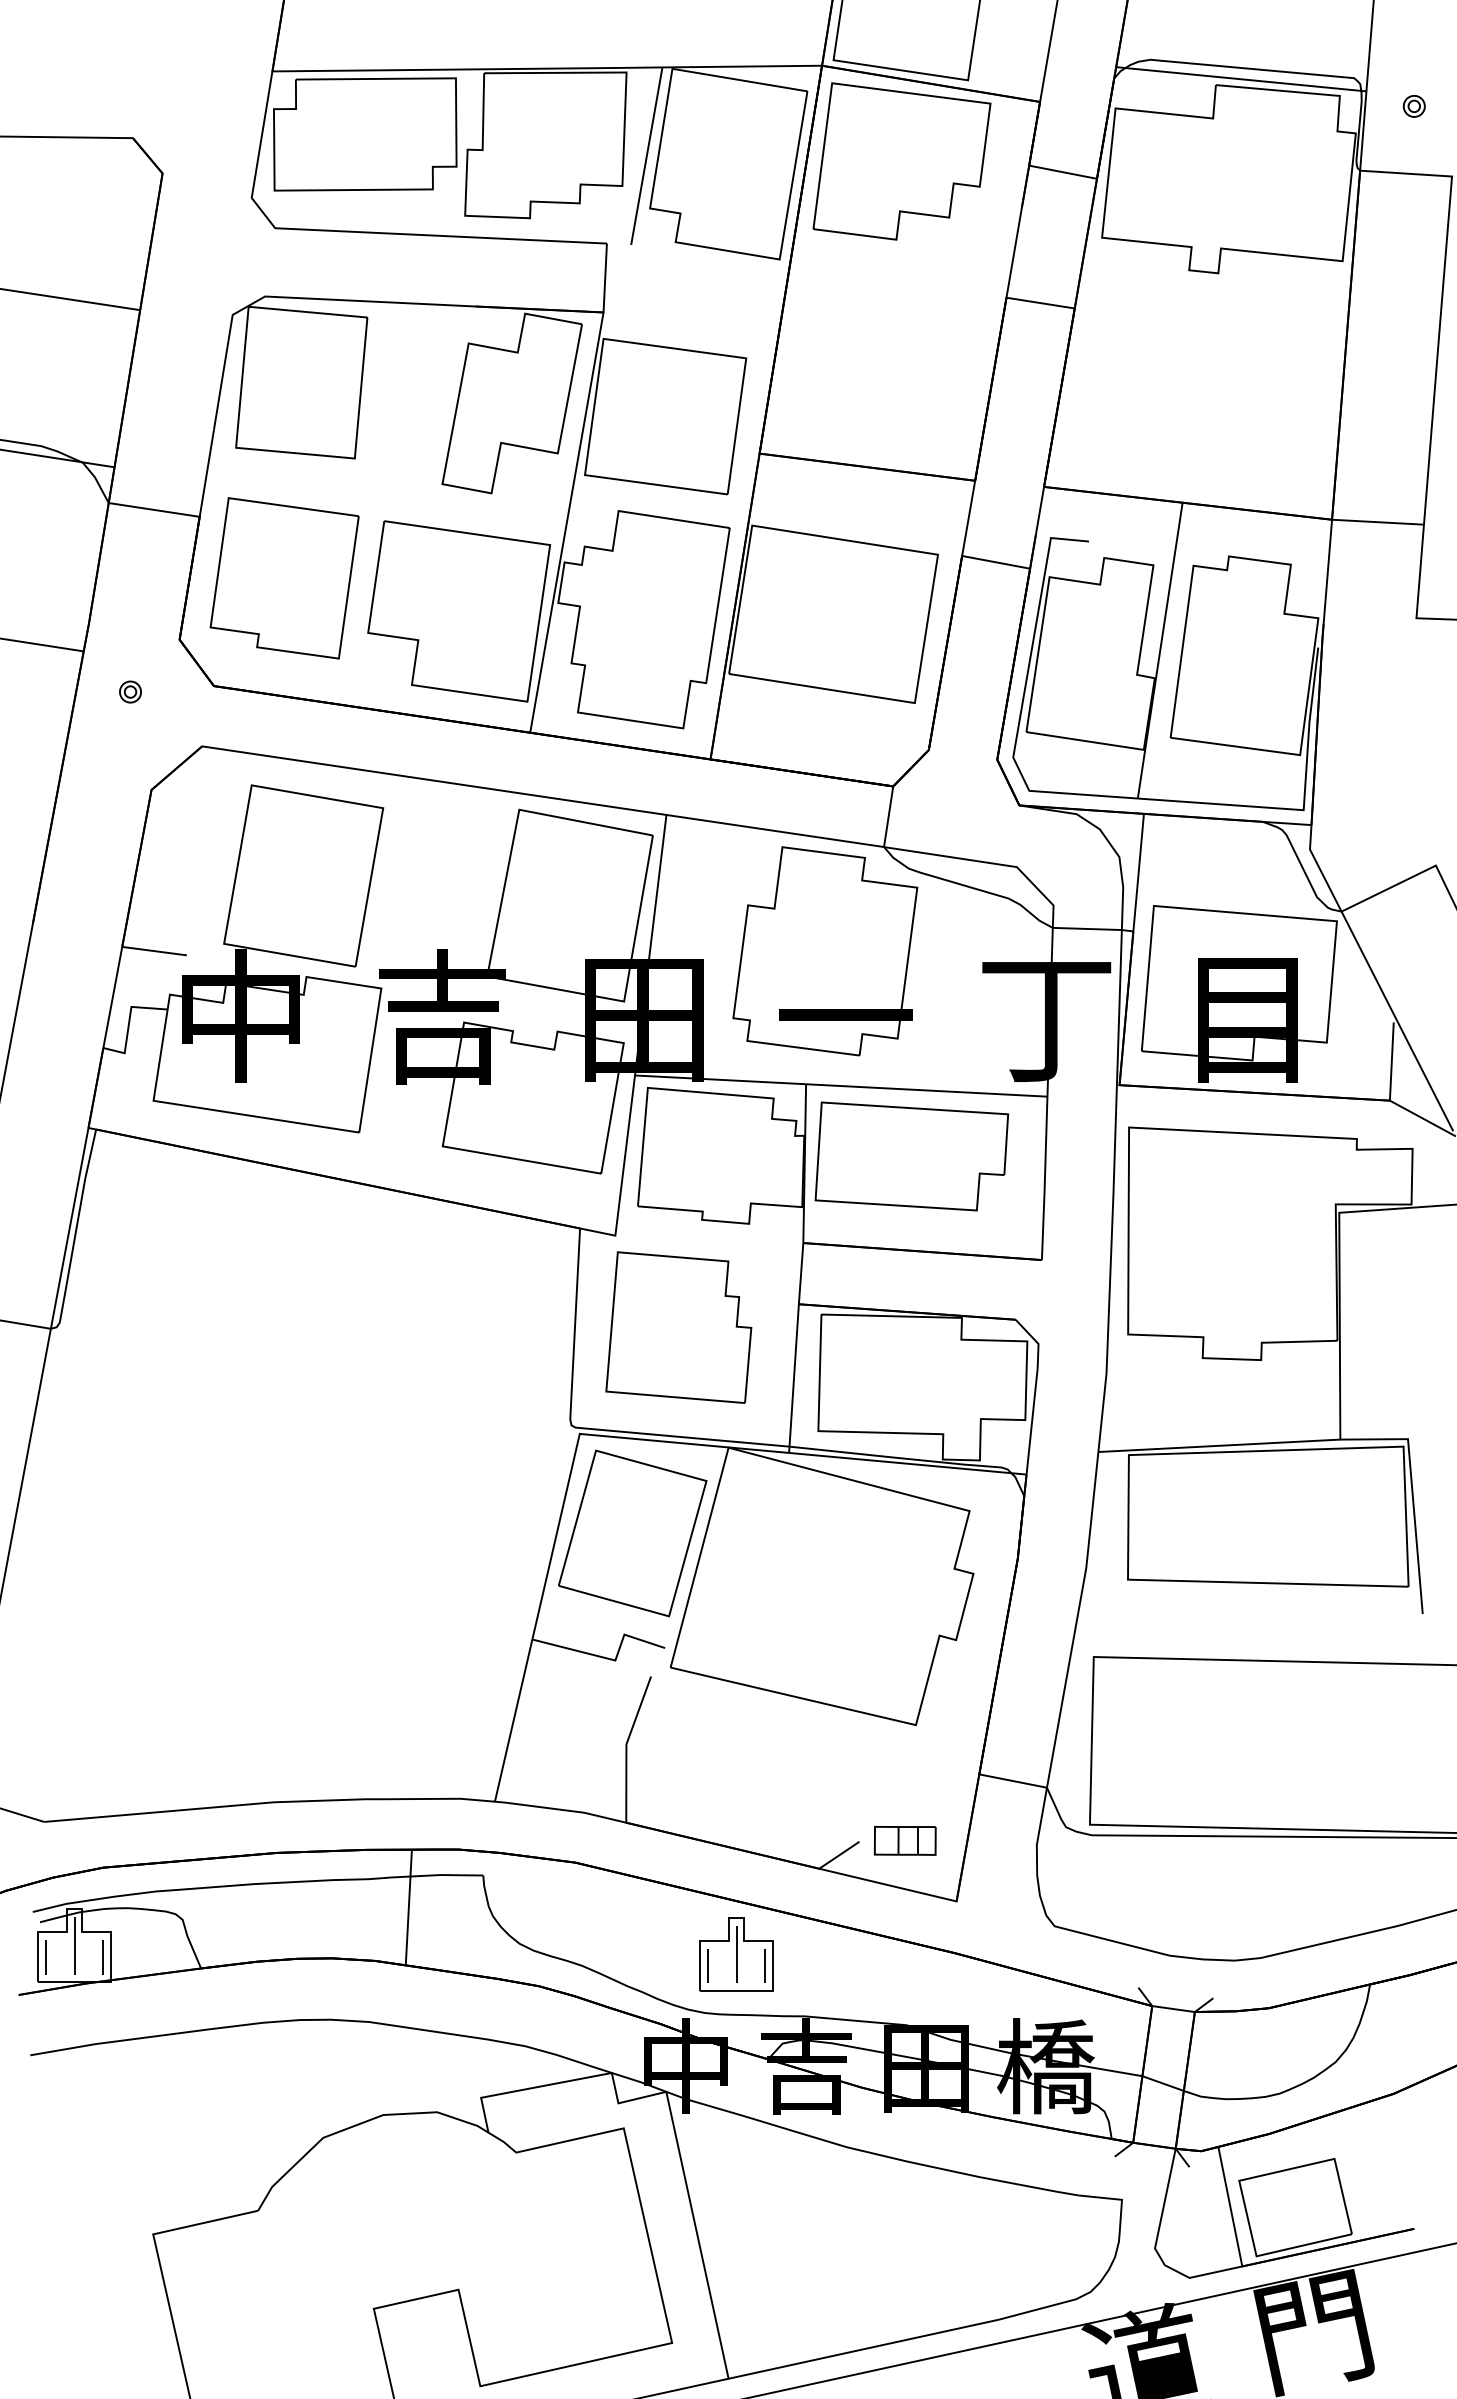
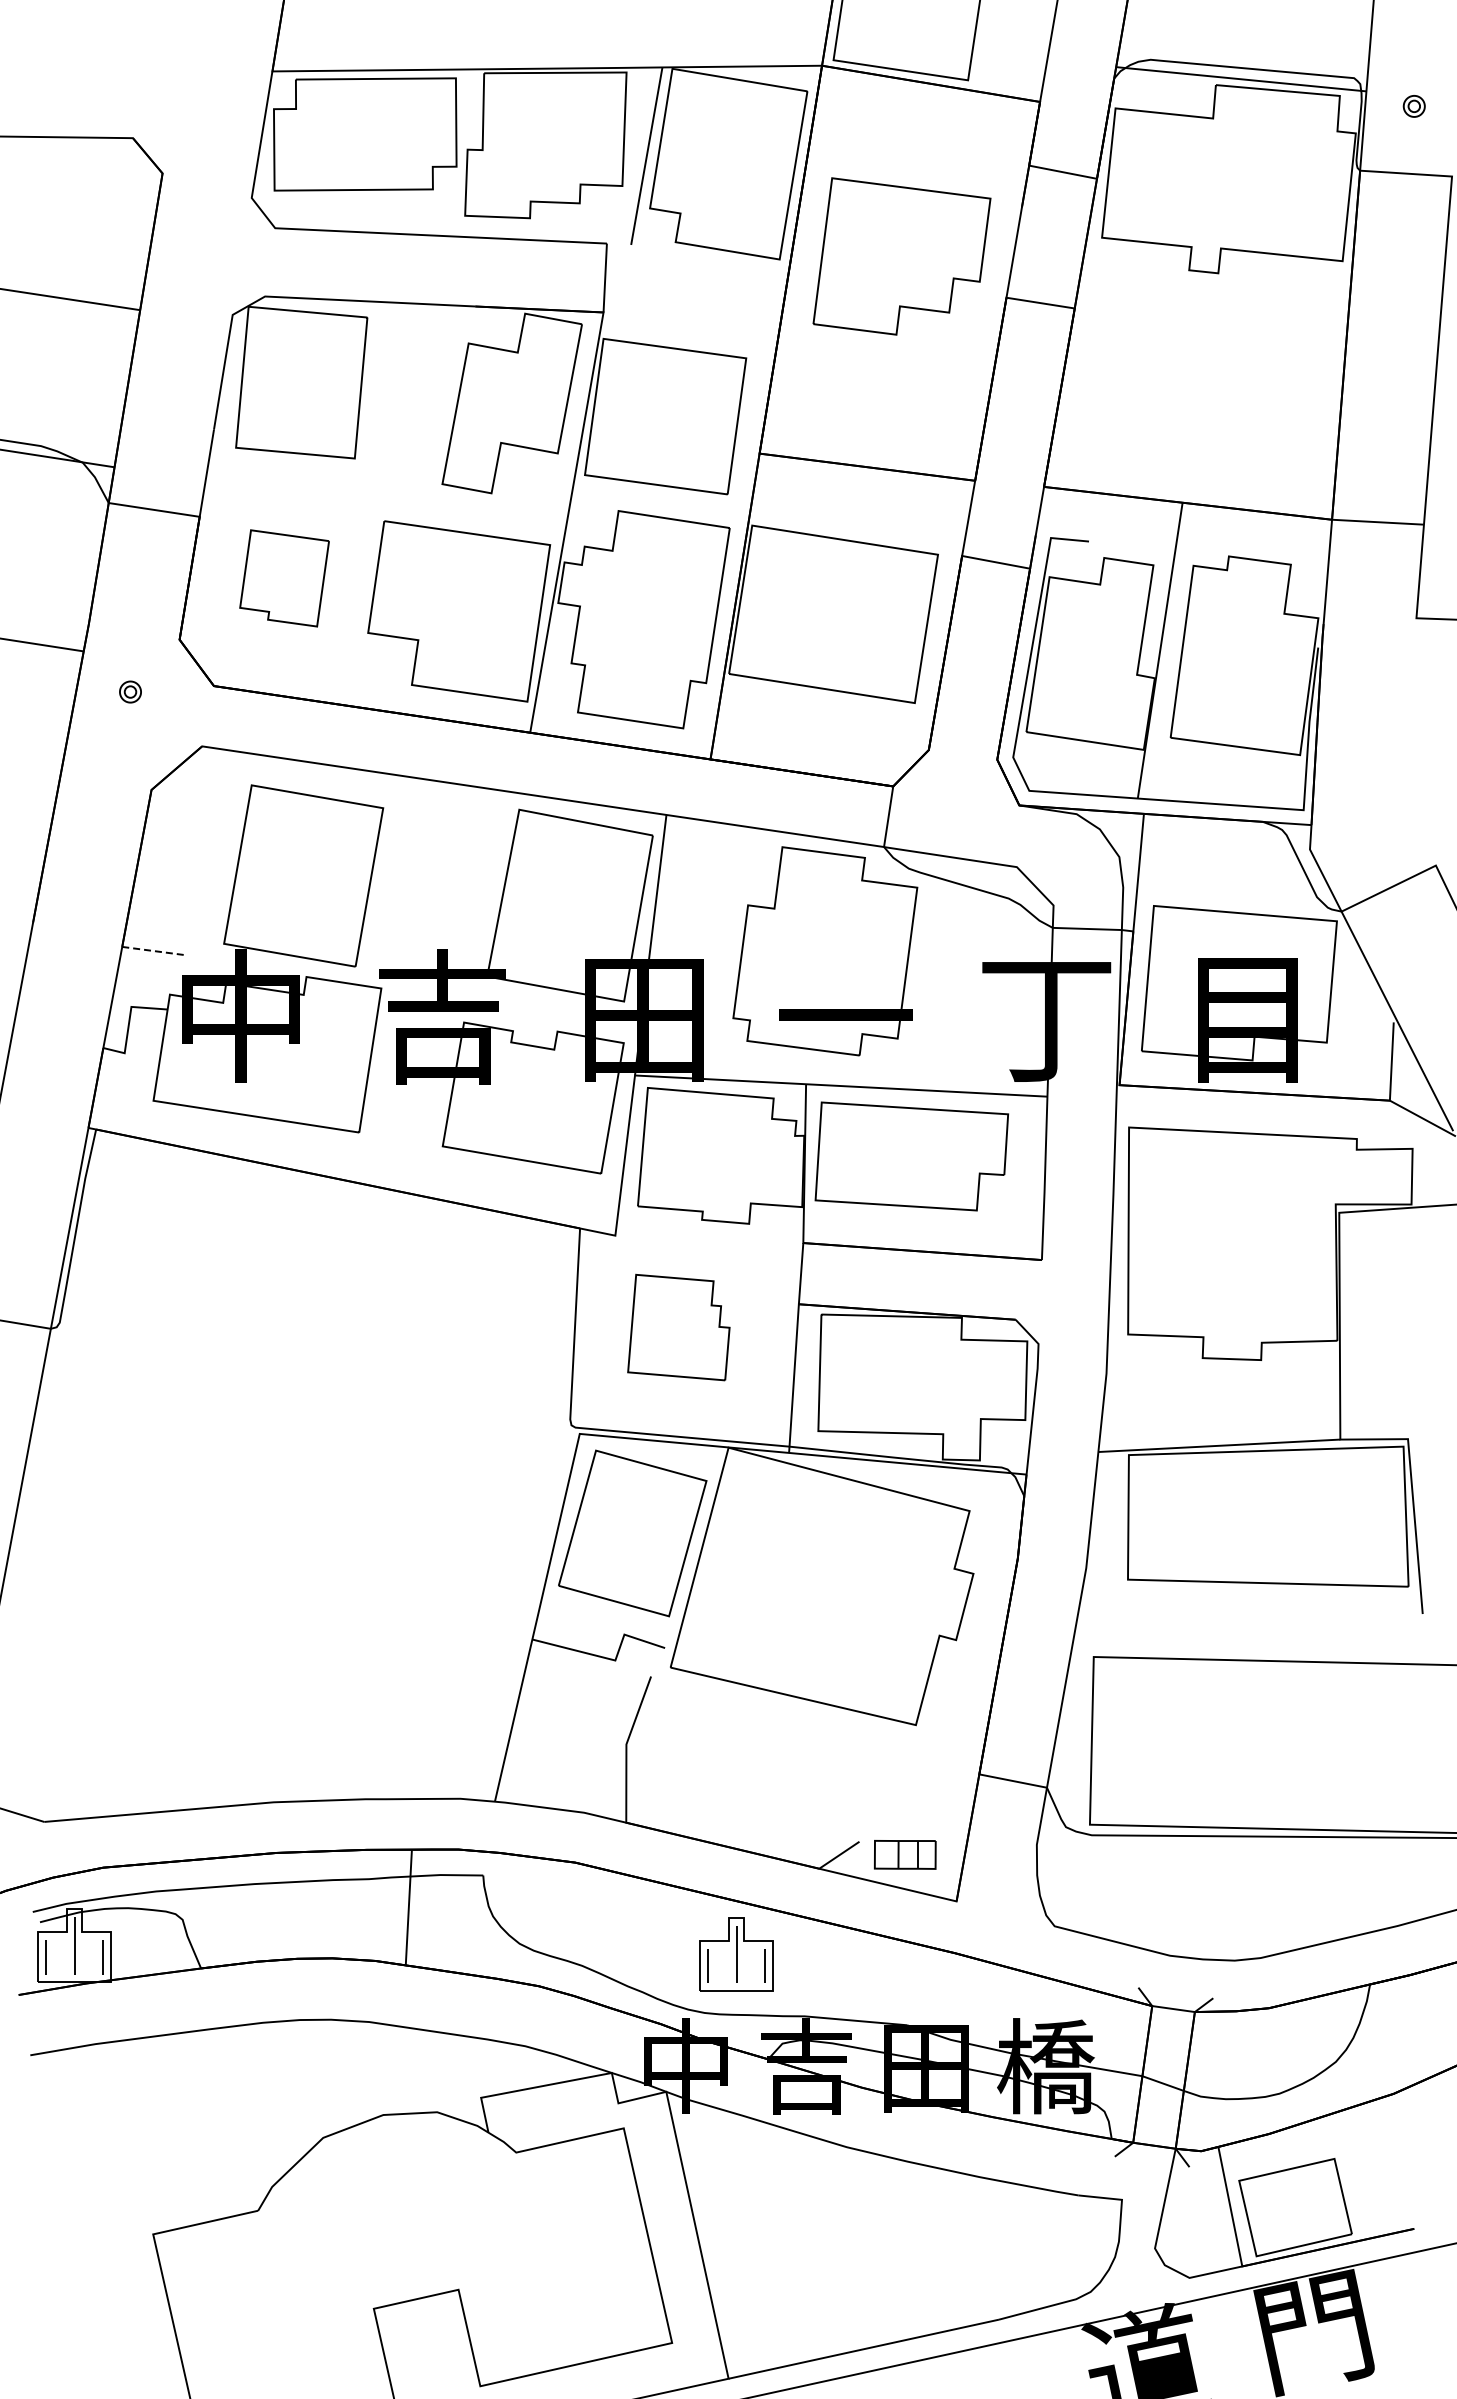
part at (901, 161) position: (901, 161) -> (901, 256)
part at (284, 578) size: 151x163 px -> 91x99 px
line at (154, 951): solid -> dashed
part at (678, 1327) size: 148x153 px -> 104x109 px
part at (905, 1840) position: (905, 1840) -> (905, 1854)
